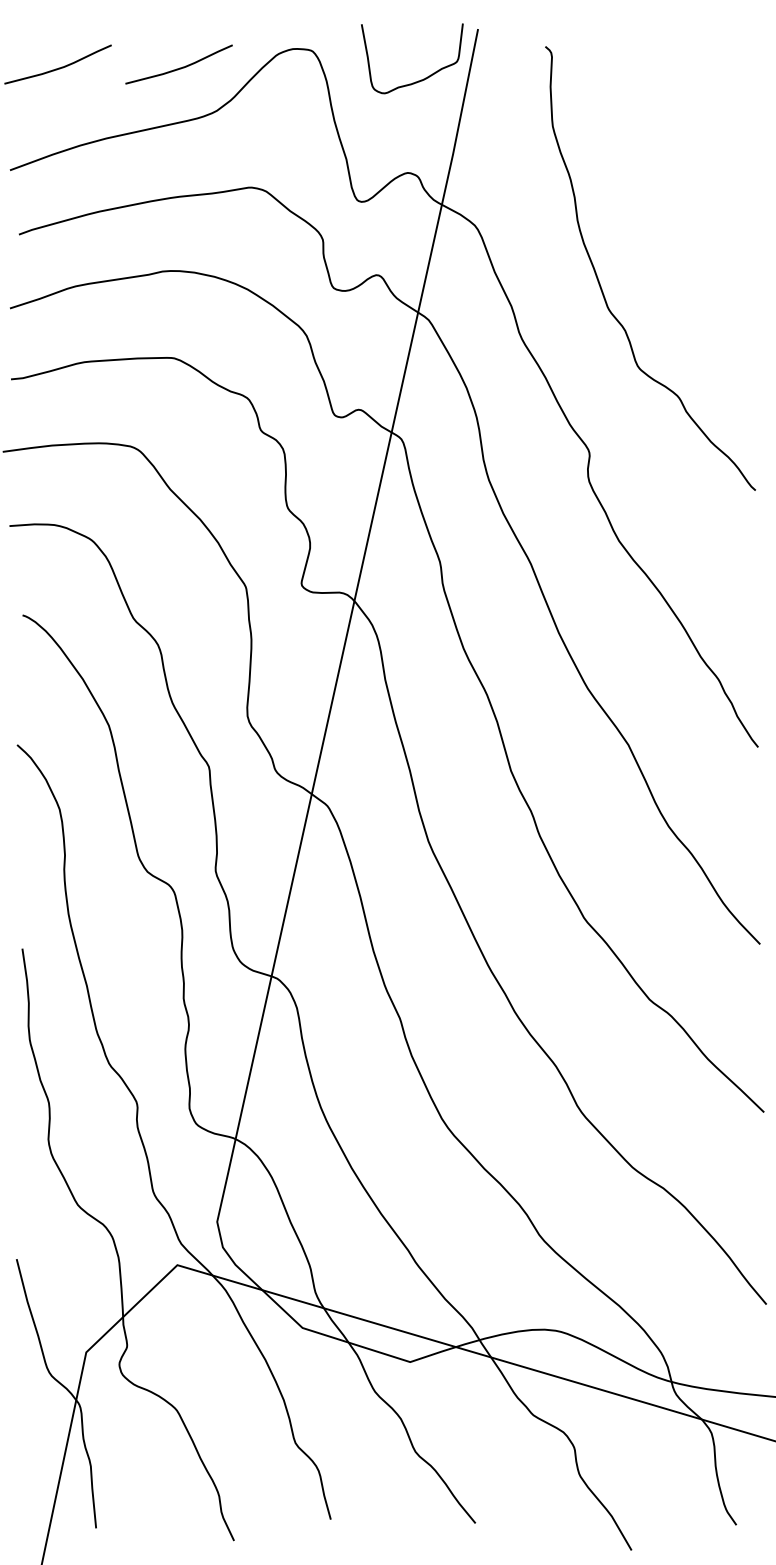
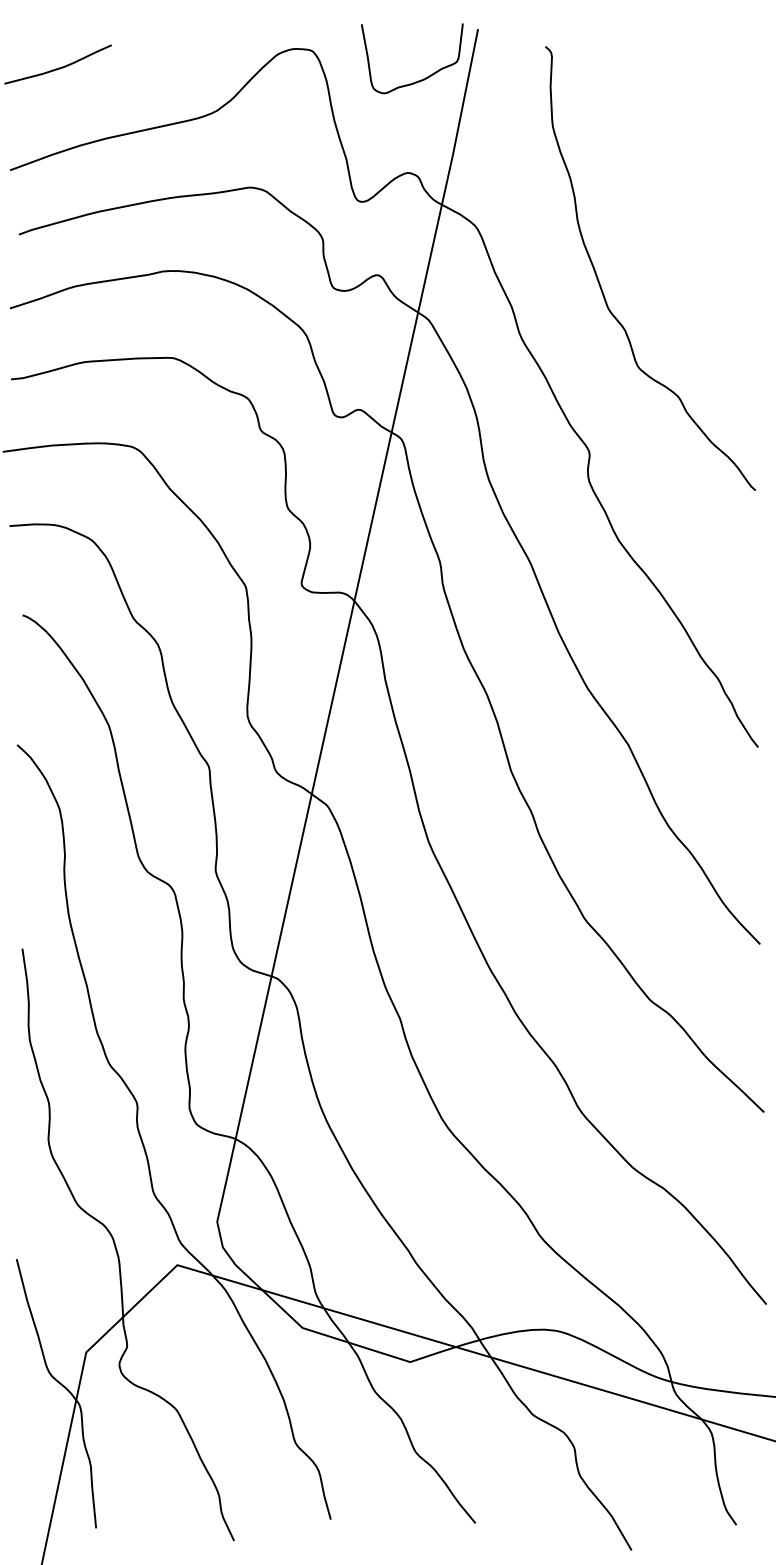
curve at (179, 67): present -> none
